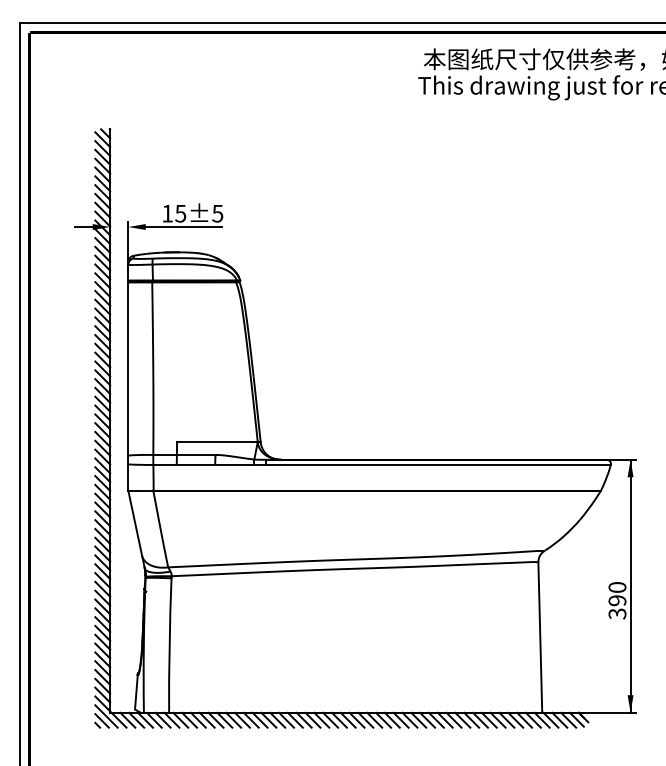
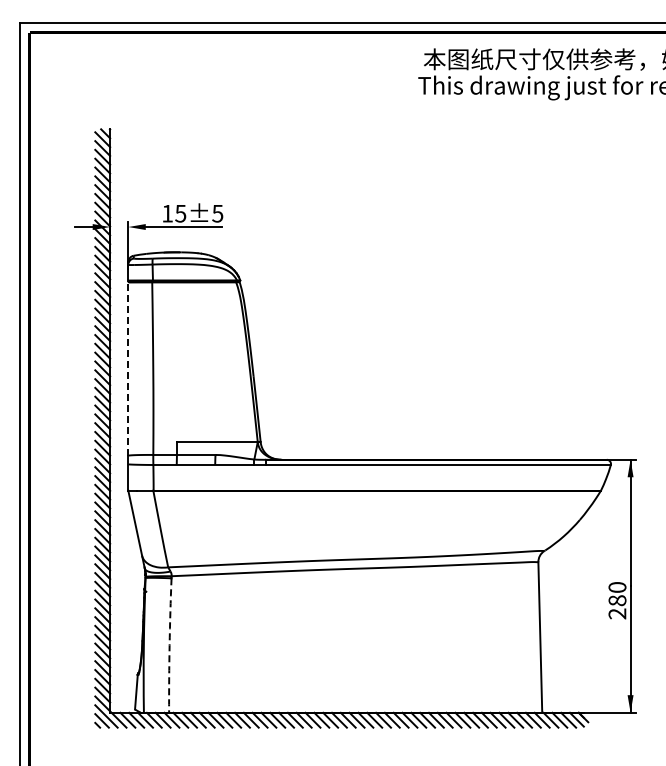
line at (128, 369): solid -> dashed
text at (617, 607): 390 -> 280
arc at (169, 645): solid -> dashed
